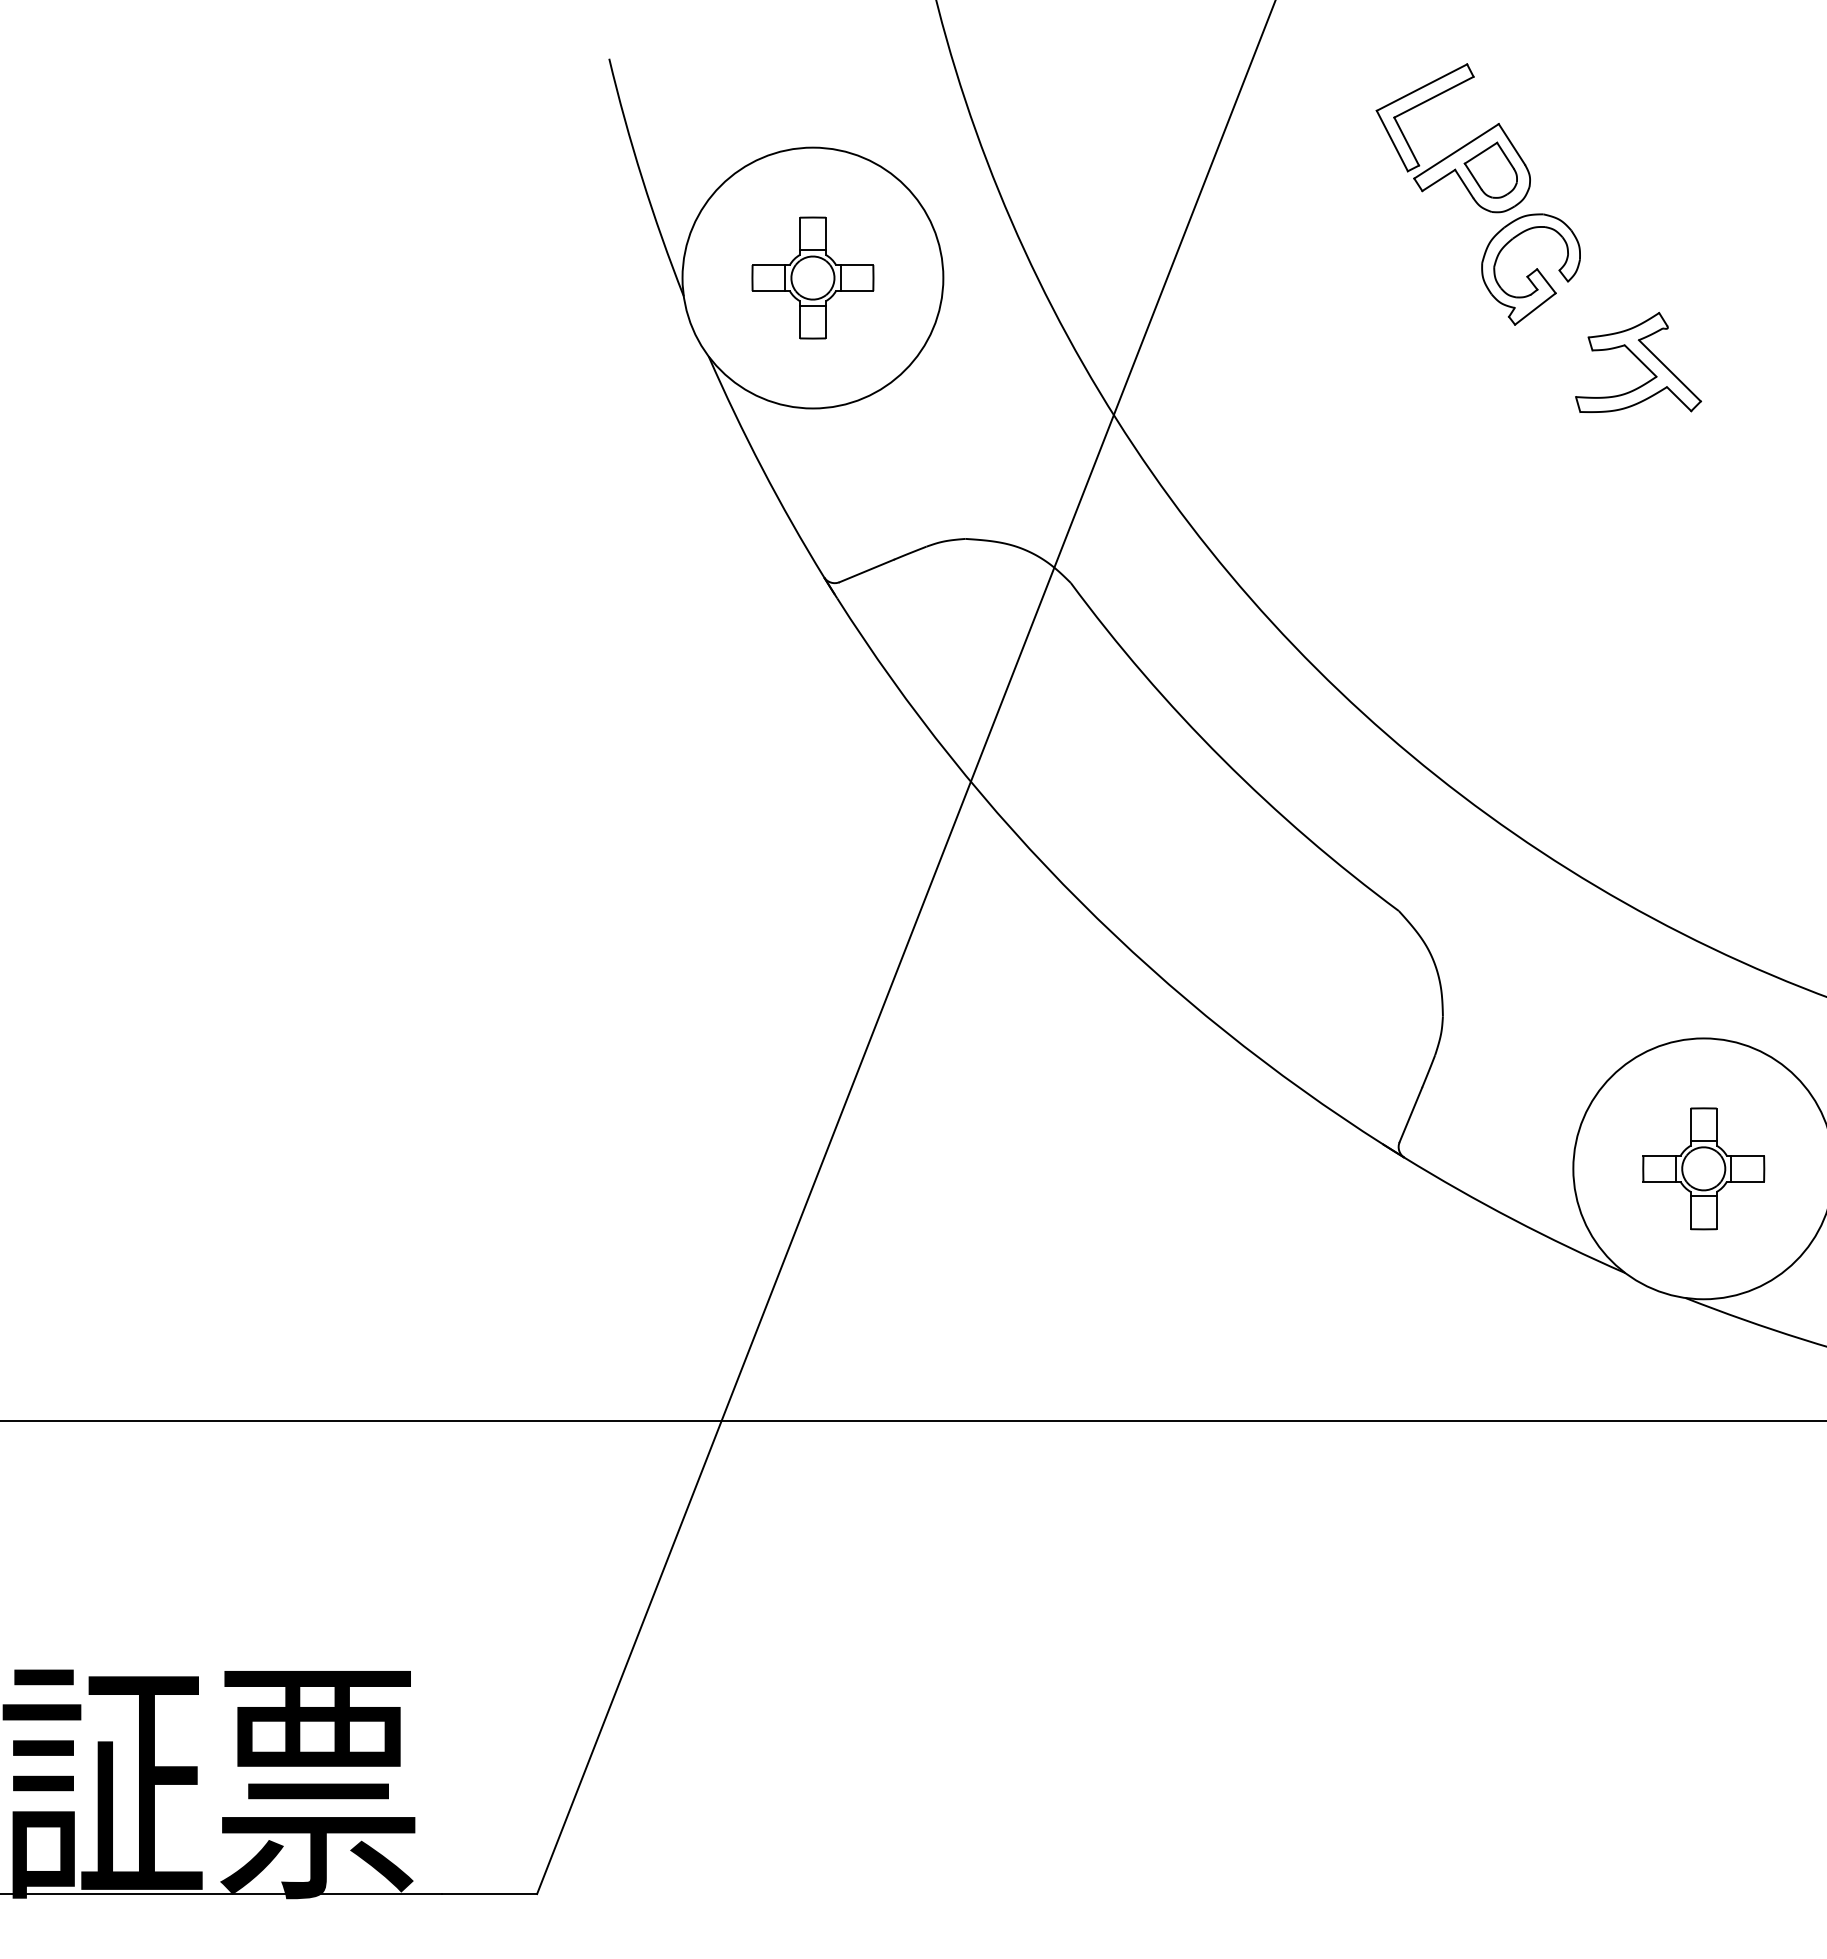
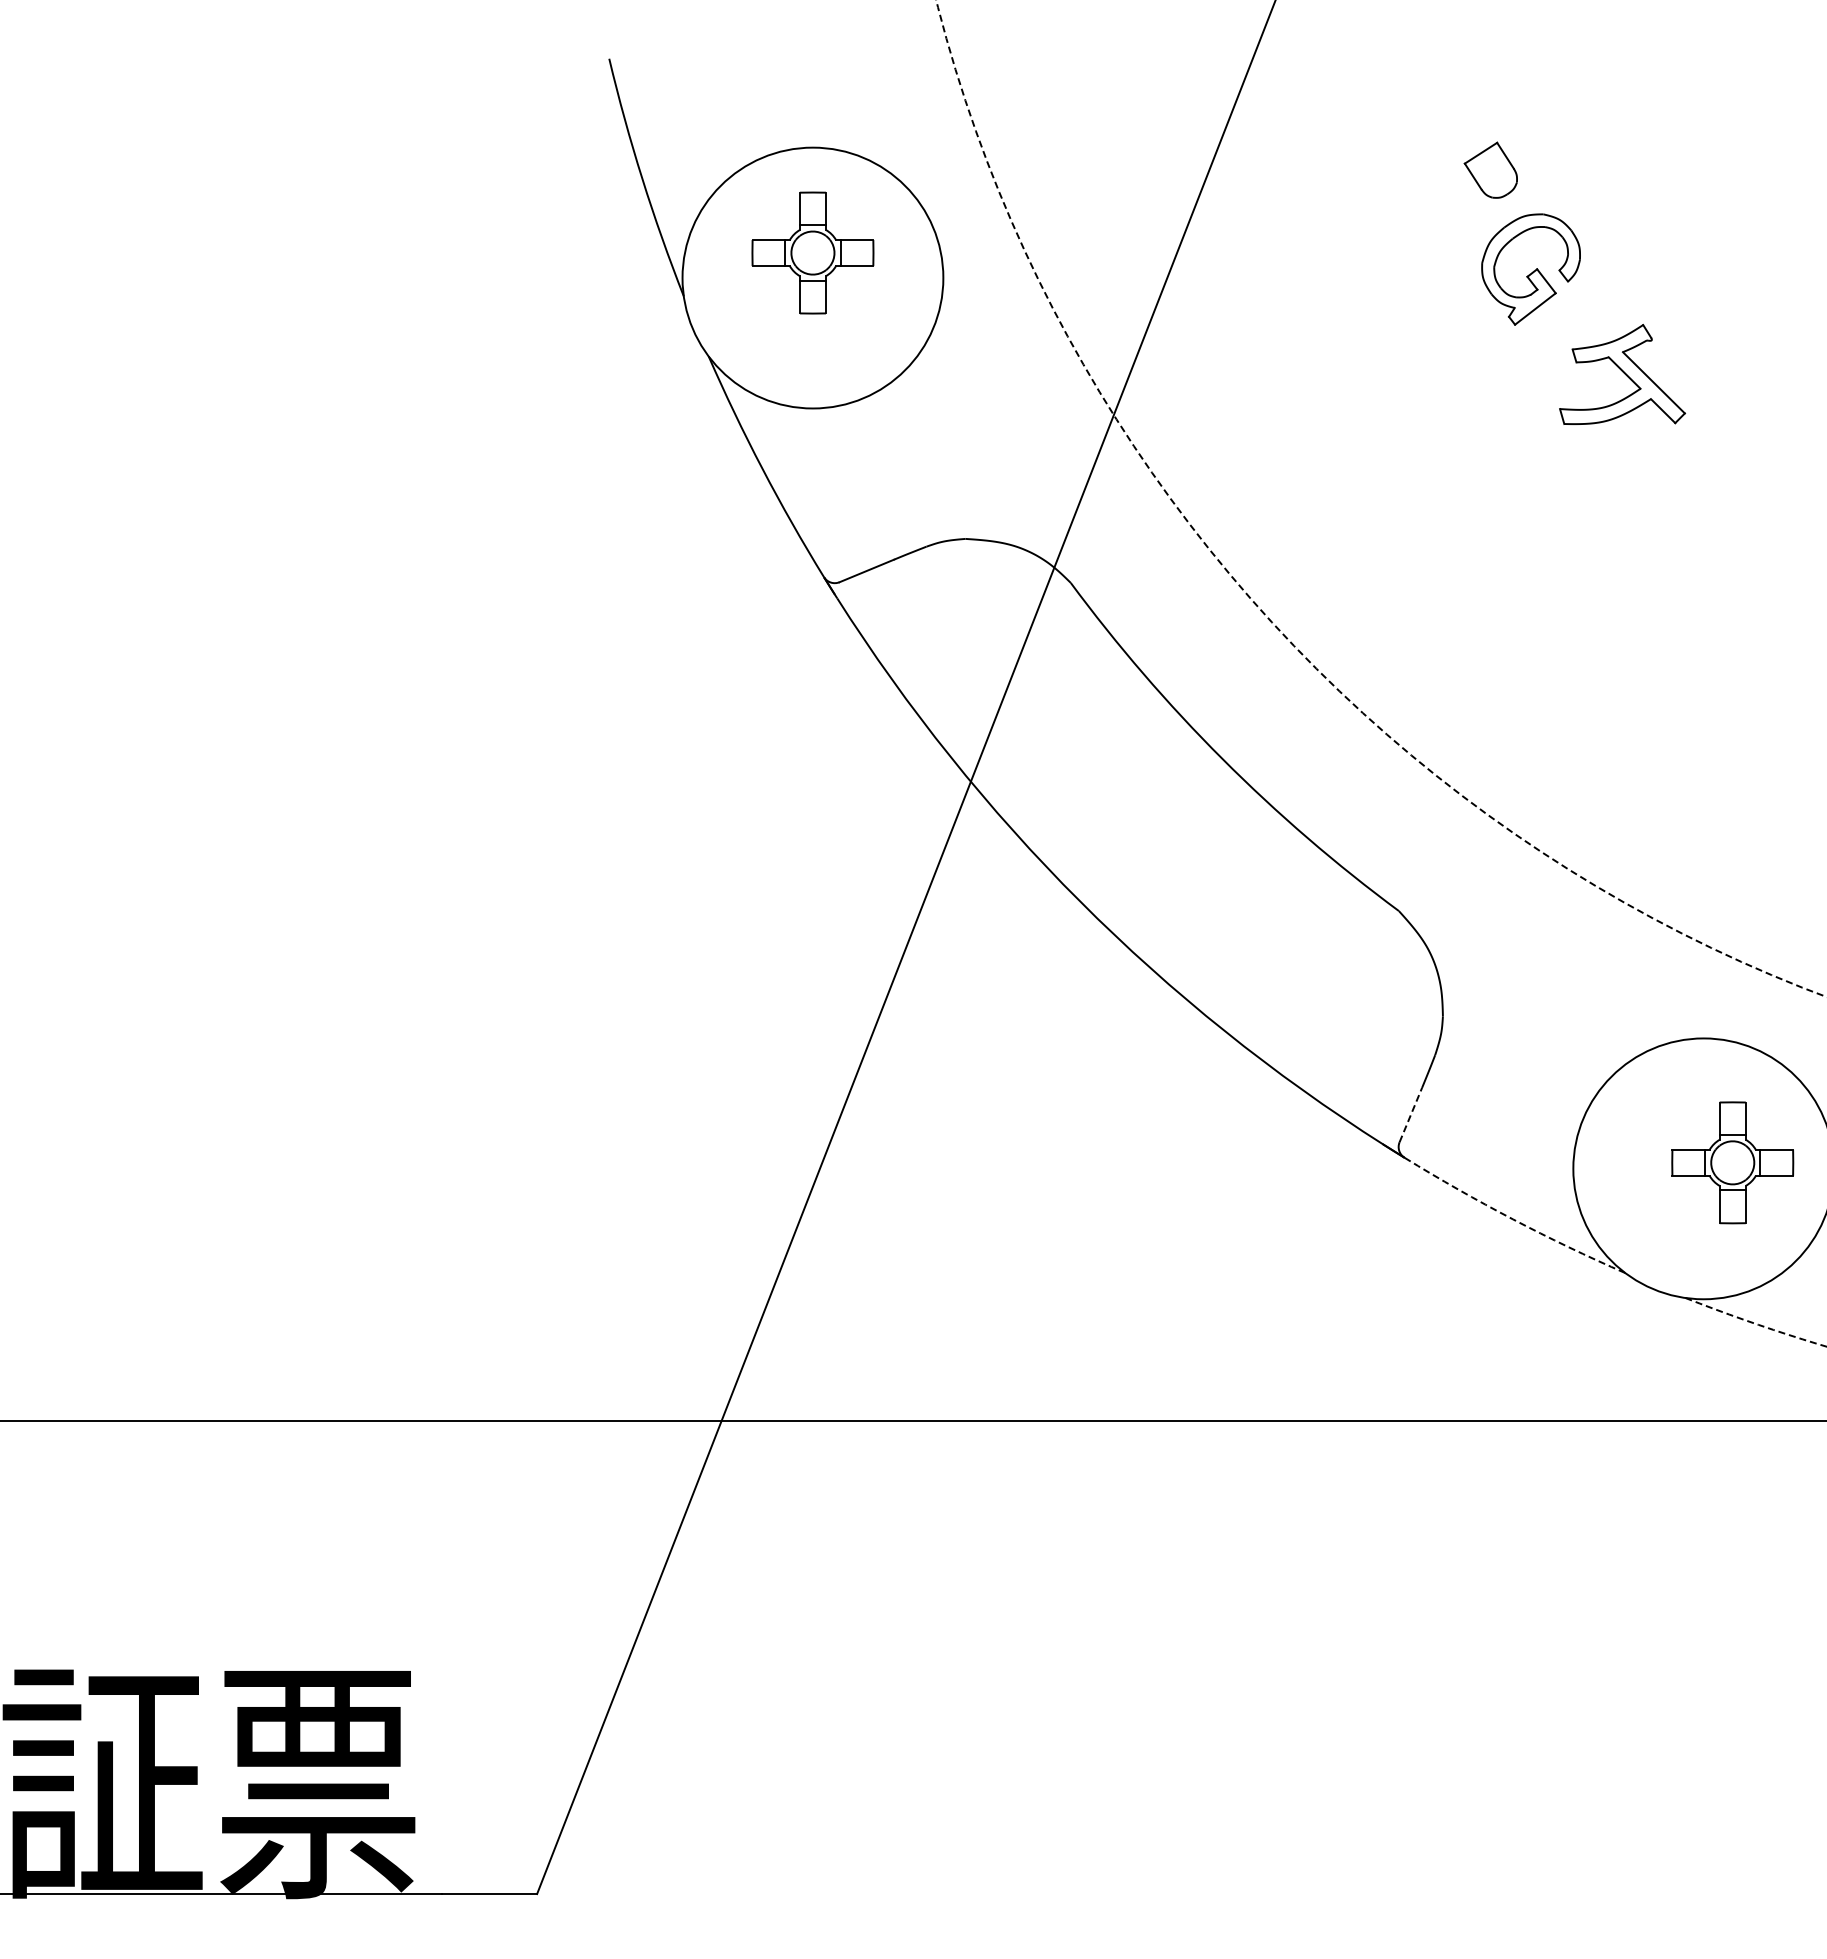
part at (1458, 148): present -> none
part at (812, 277) position: (812, 277) -> (812, 252)
part at (1638, 362) position: (1638, 362) -> (1622, 374)
arc at (1257, 606): solid -> dashed
line at (1411, 1114): solid -> dashed
part at (1703, 1168) position: (1703, 1168) -> (1732, 1162)
arc at (1513, 1219): solid -> dashed
arc at (1755, 1323): solid -> dashed
